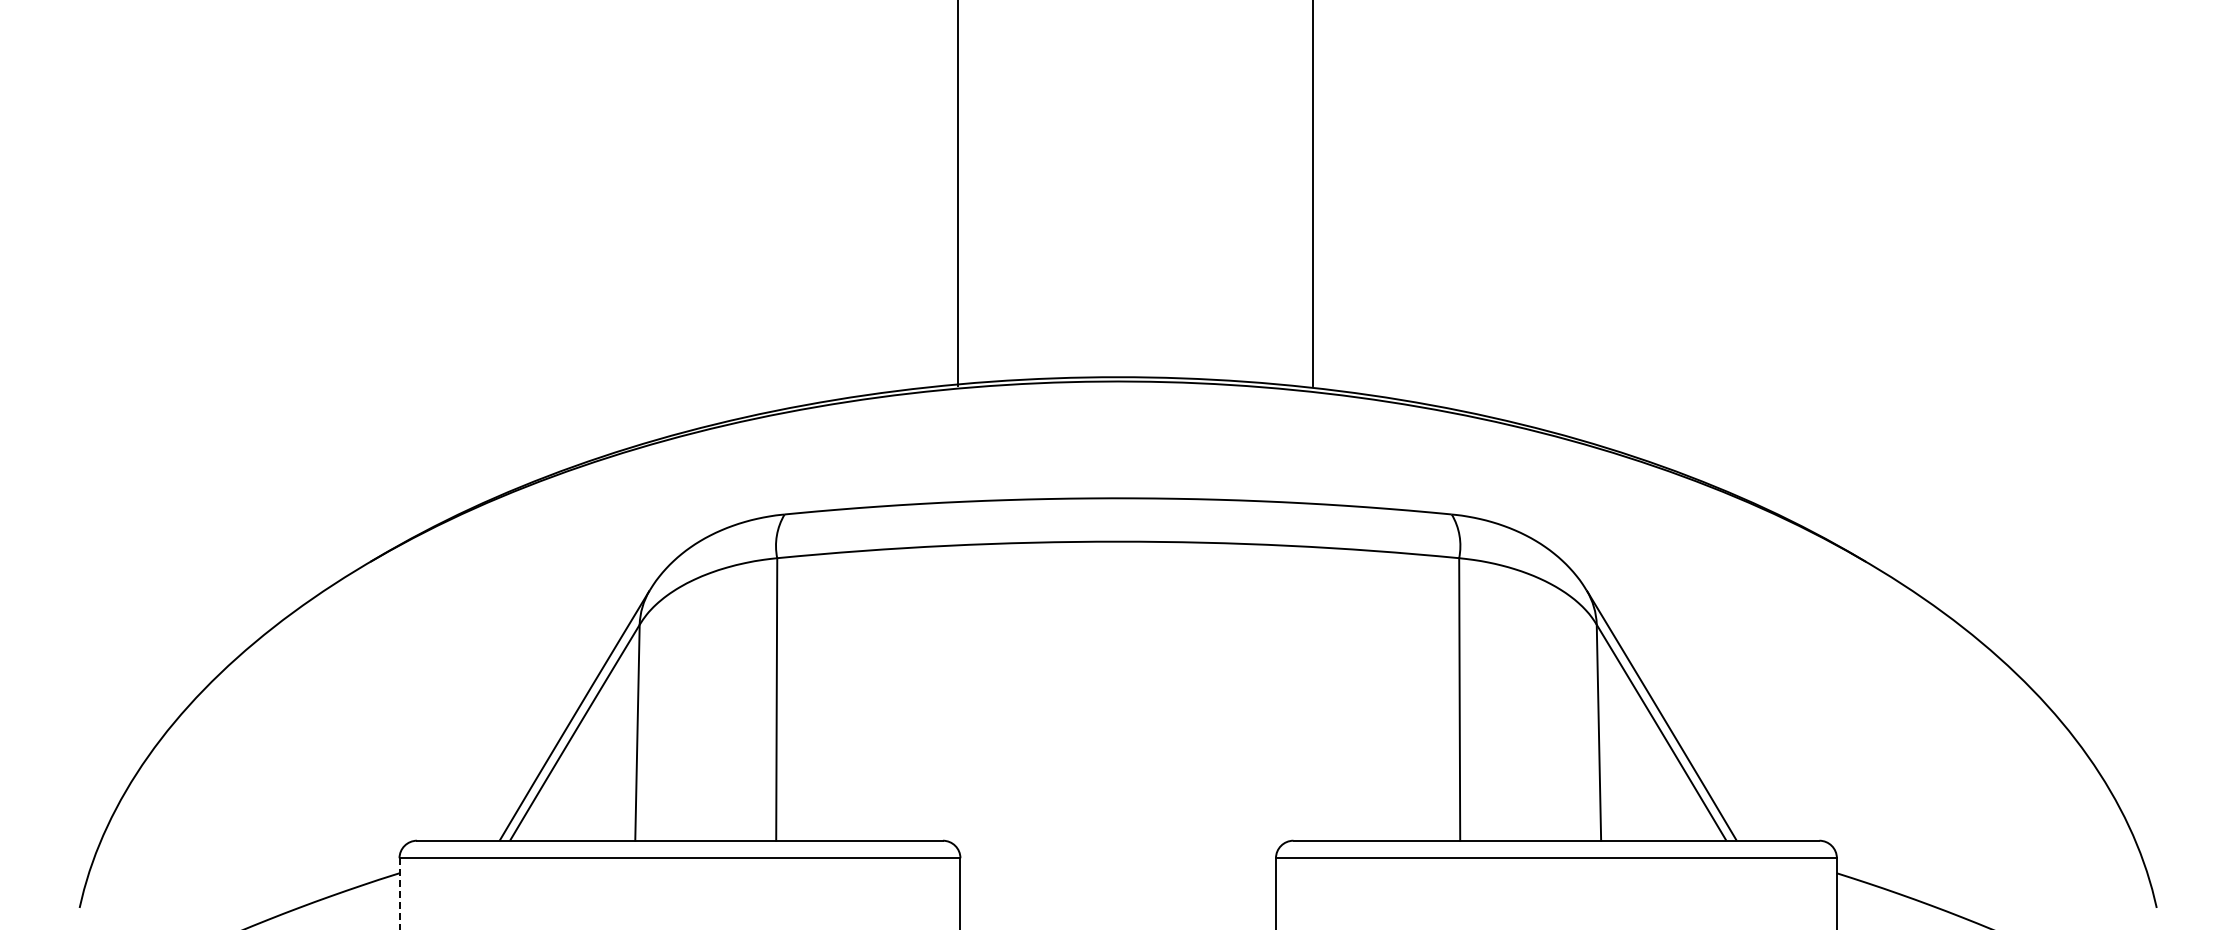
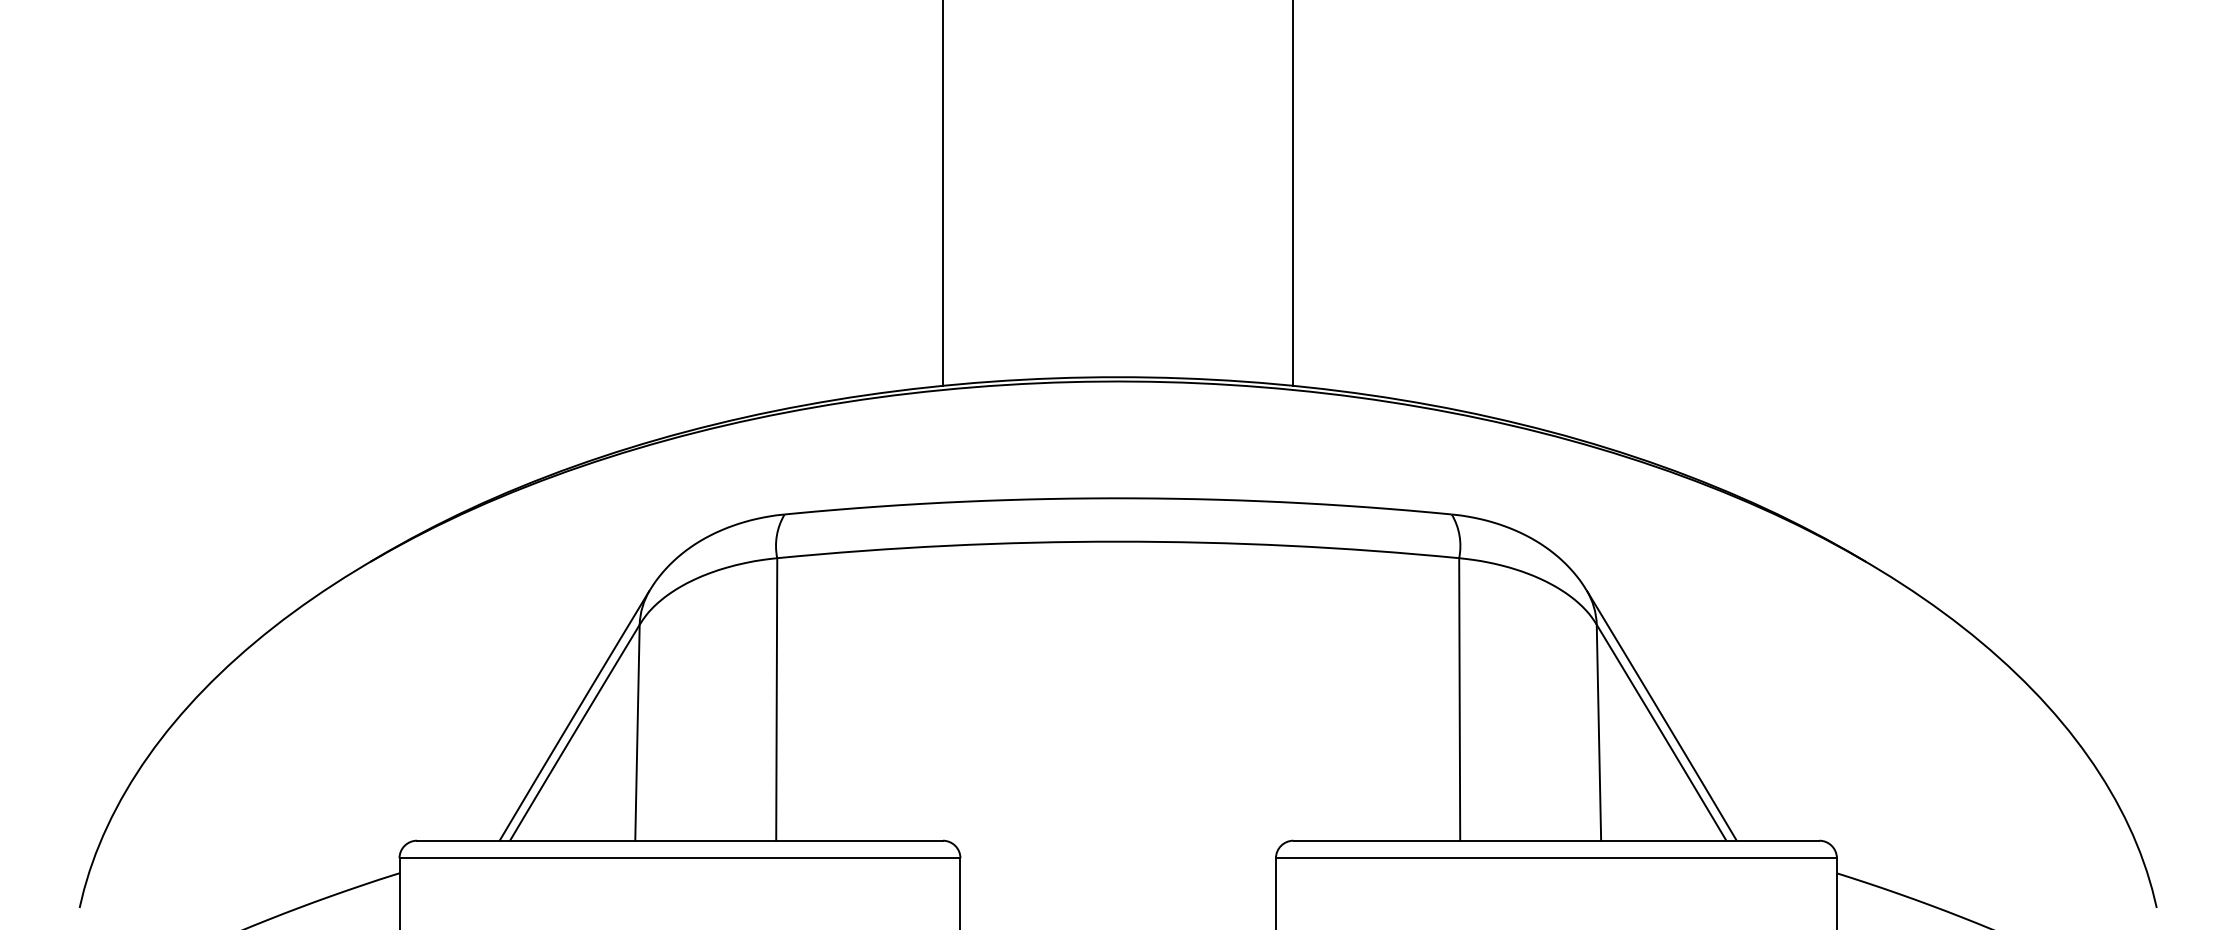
line at (958, 193) position: (958, 193) -> (943, 193)
line at (1312, 193) position: (1312, 193) -> (1292, 193)
line at (399, 894): dashed -> solid
